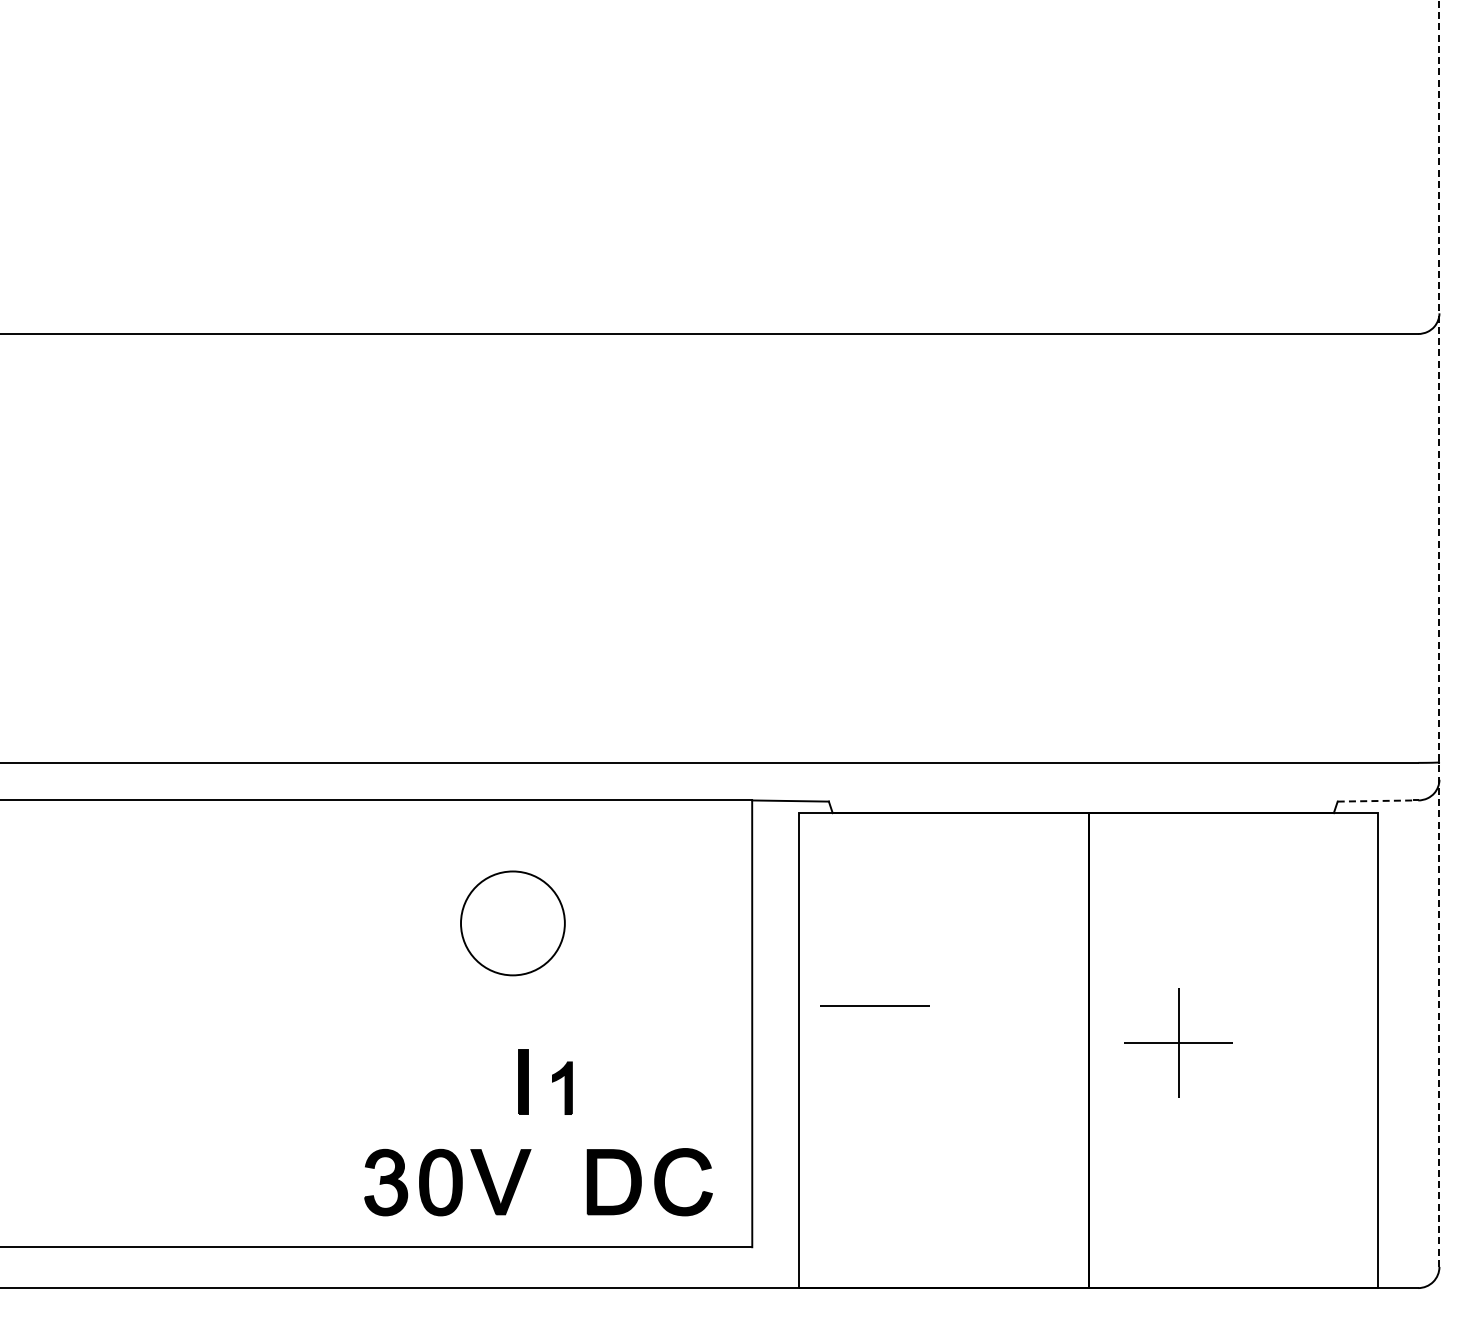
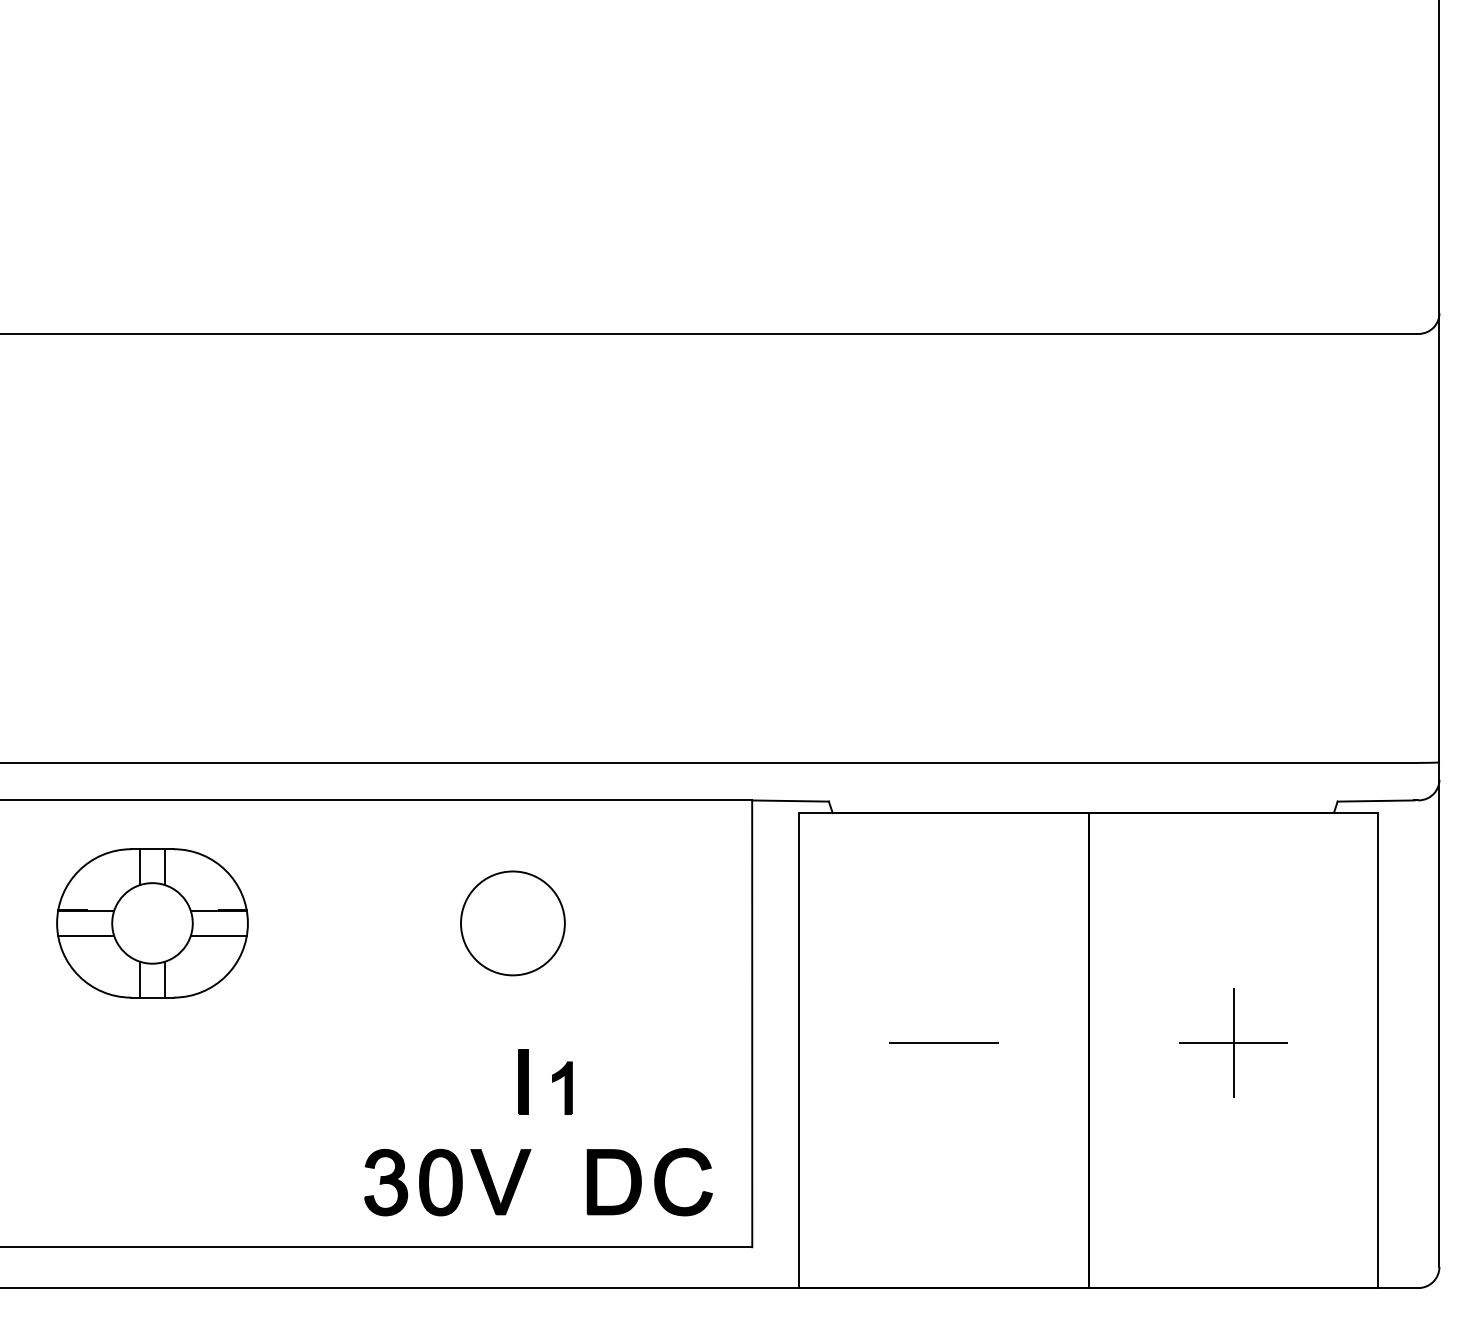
line at (1439, 633): dashed -> solid
line at (1376, 801): dashed -> solid
part at (152, 923): none -> present
line at (874, 1005) position: (874, 1005) -> (943, 1042)
part at (1178, 1042) position: (1178, 1042) -> (1233, 1042)
